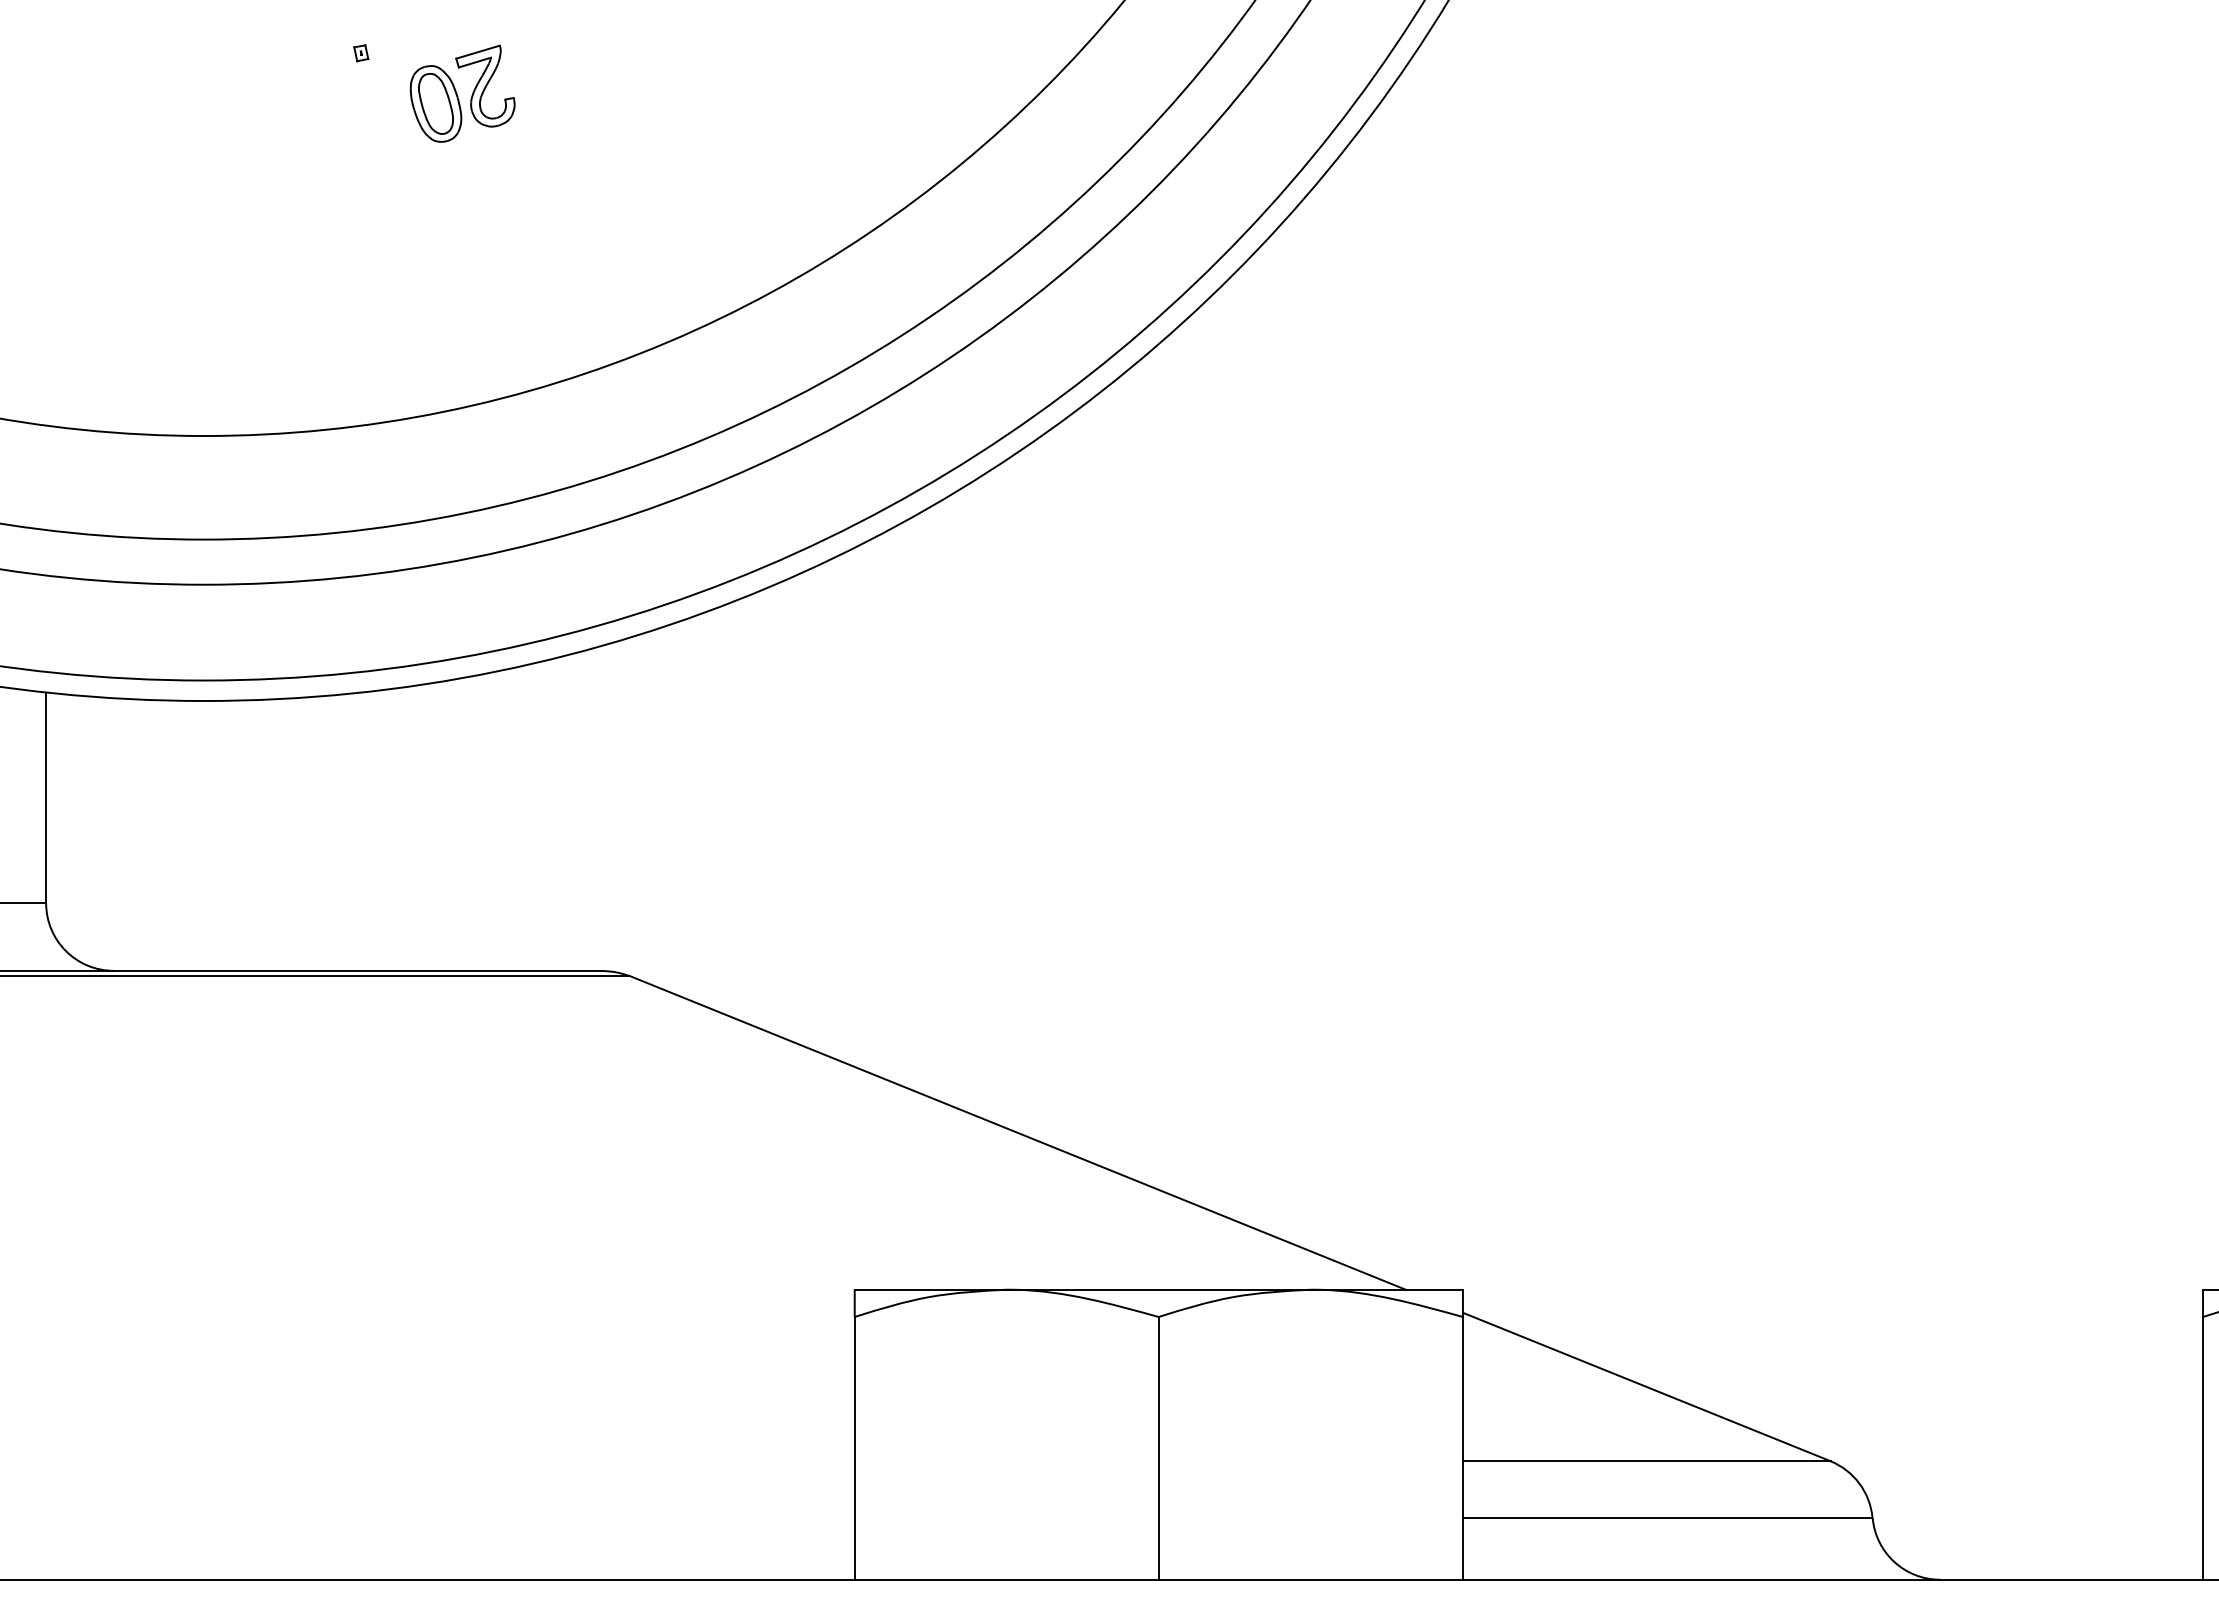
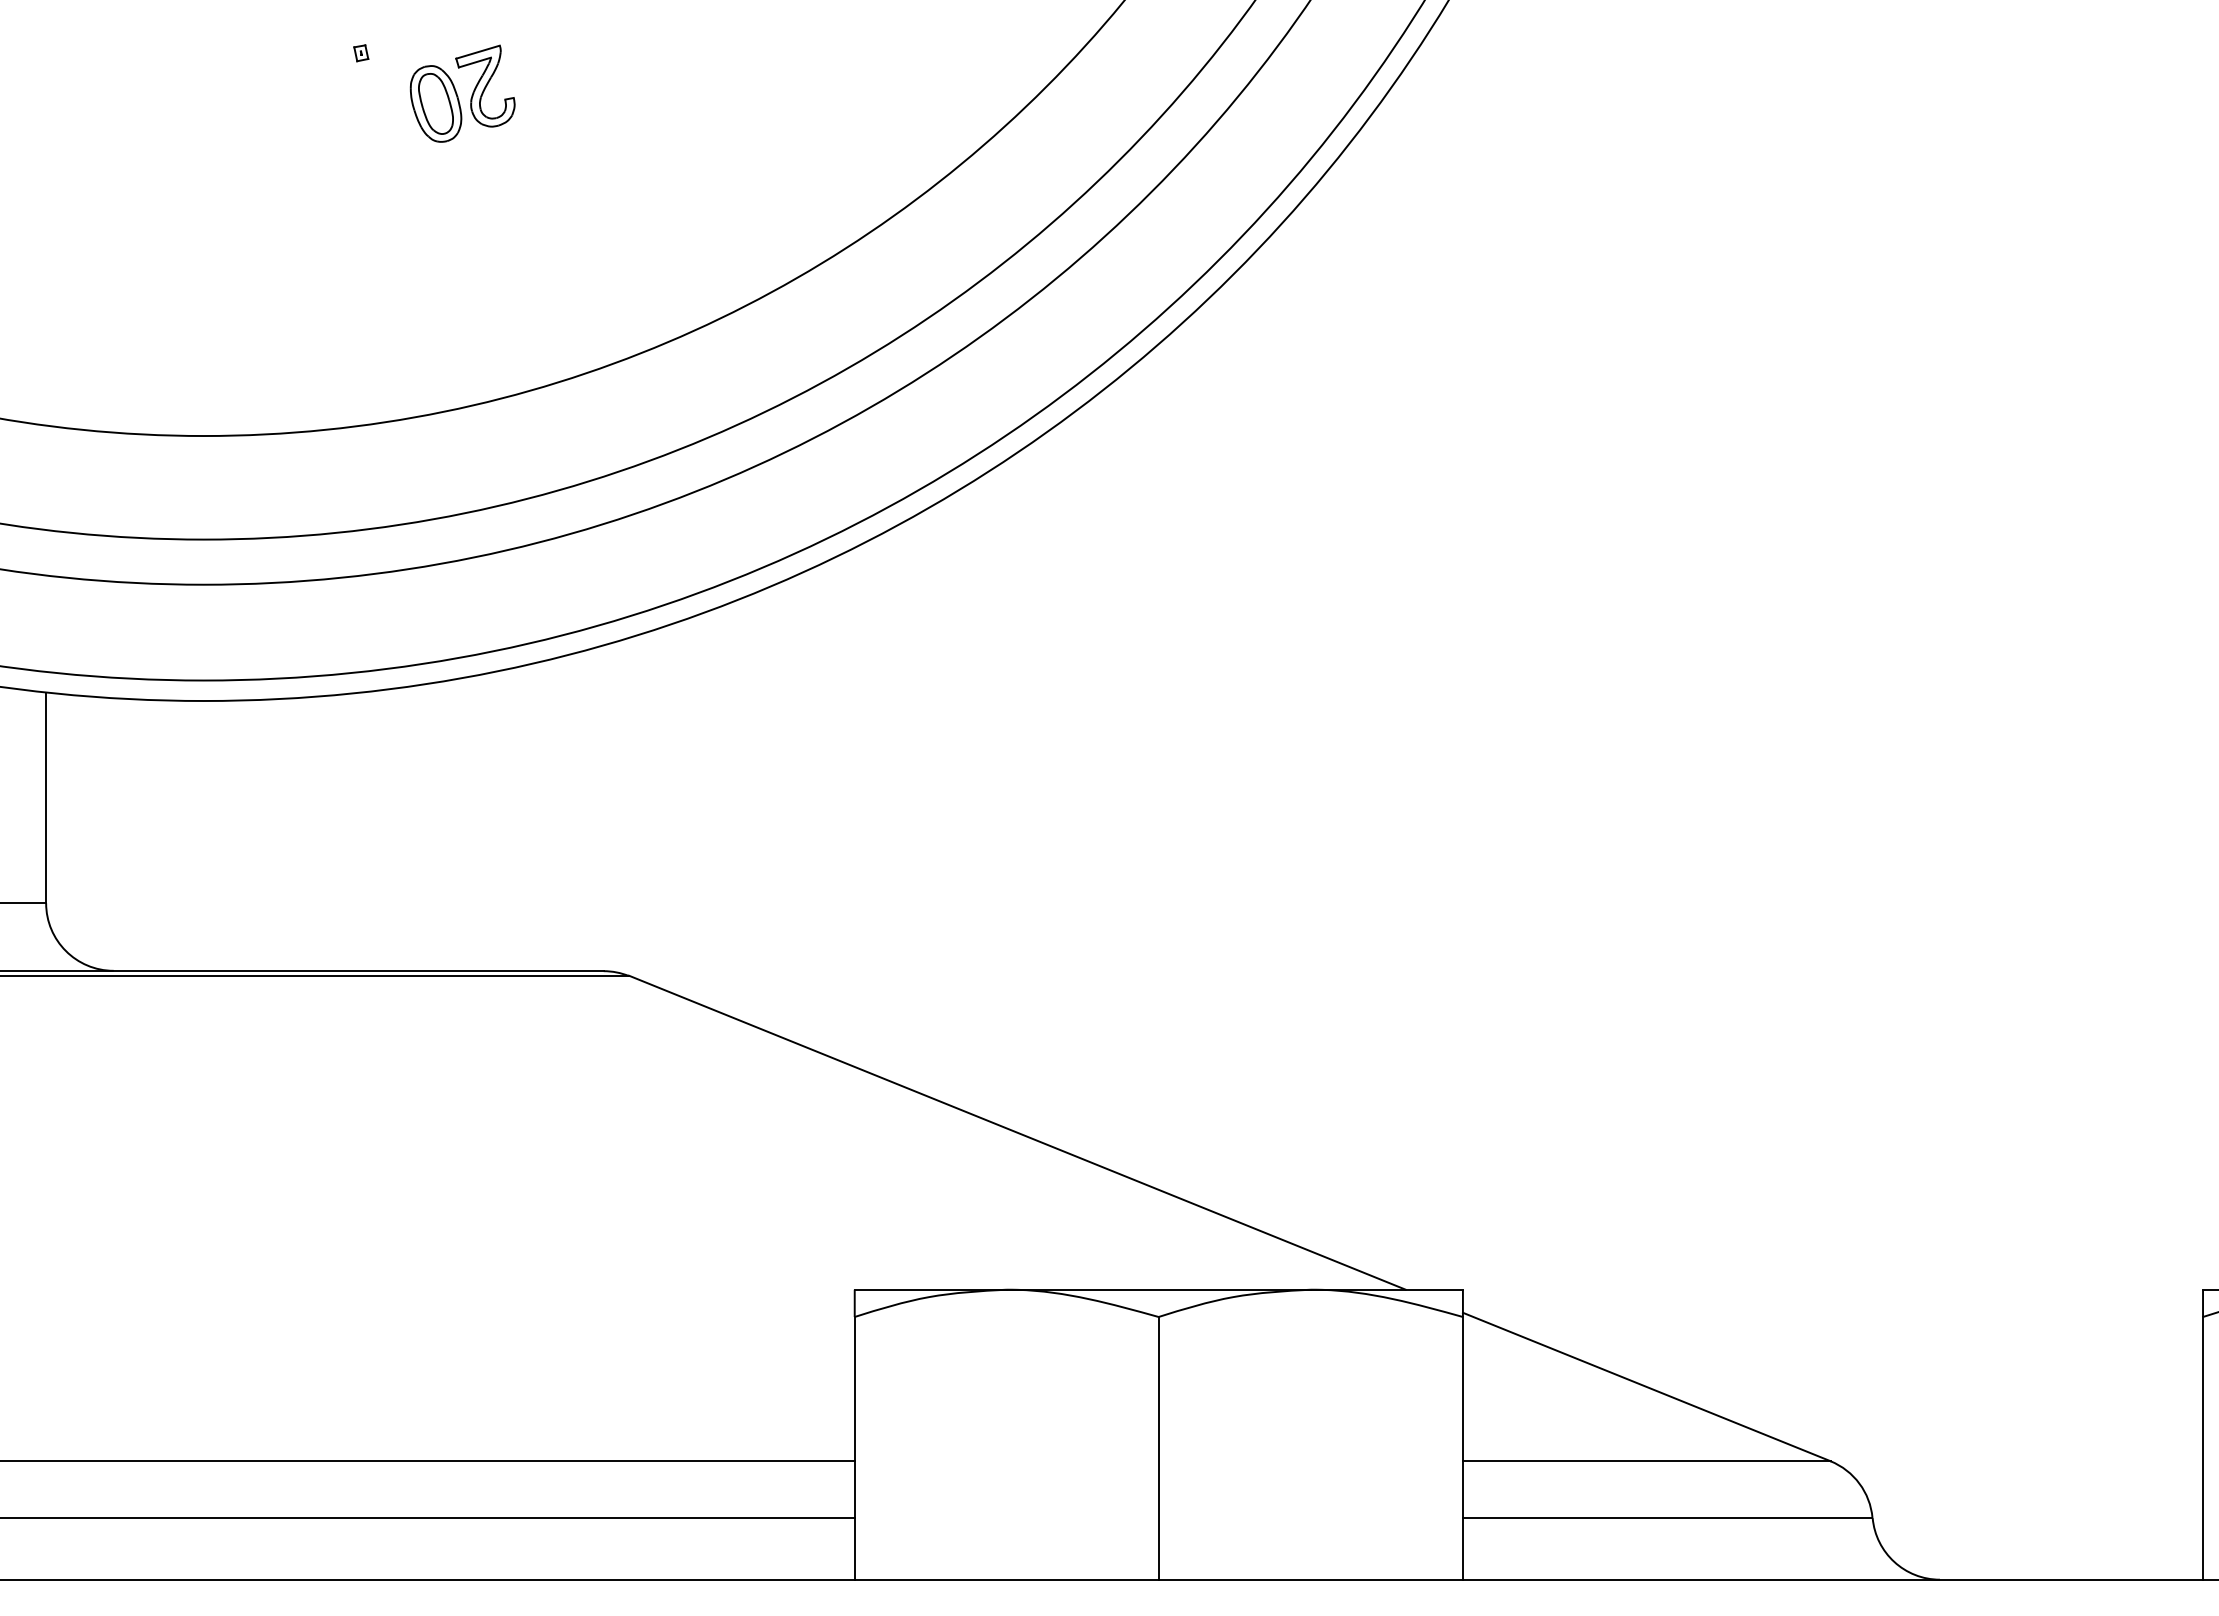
line at (428, 1461): none -> present
line at (428, 1518): none -> present
